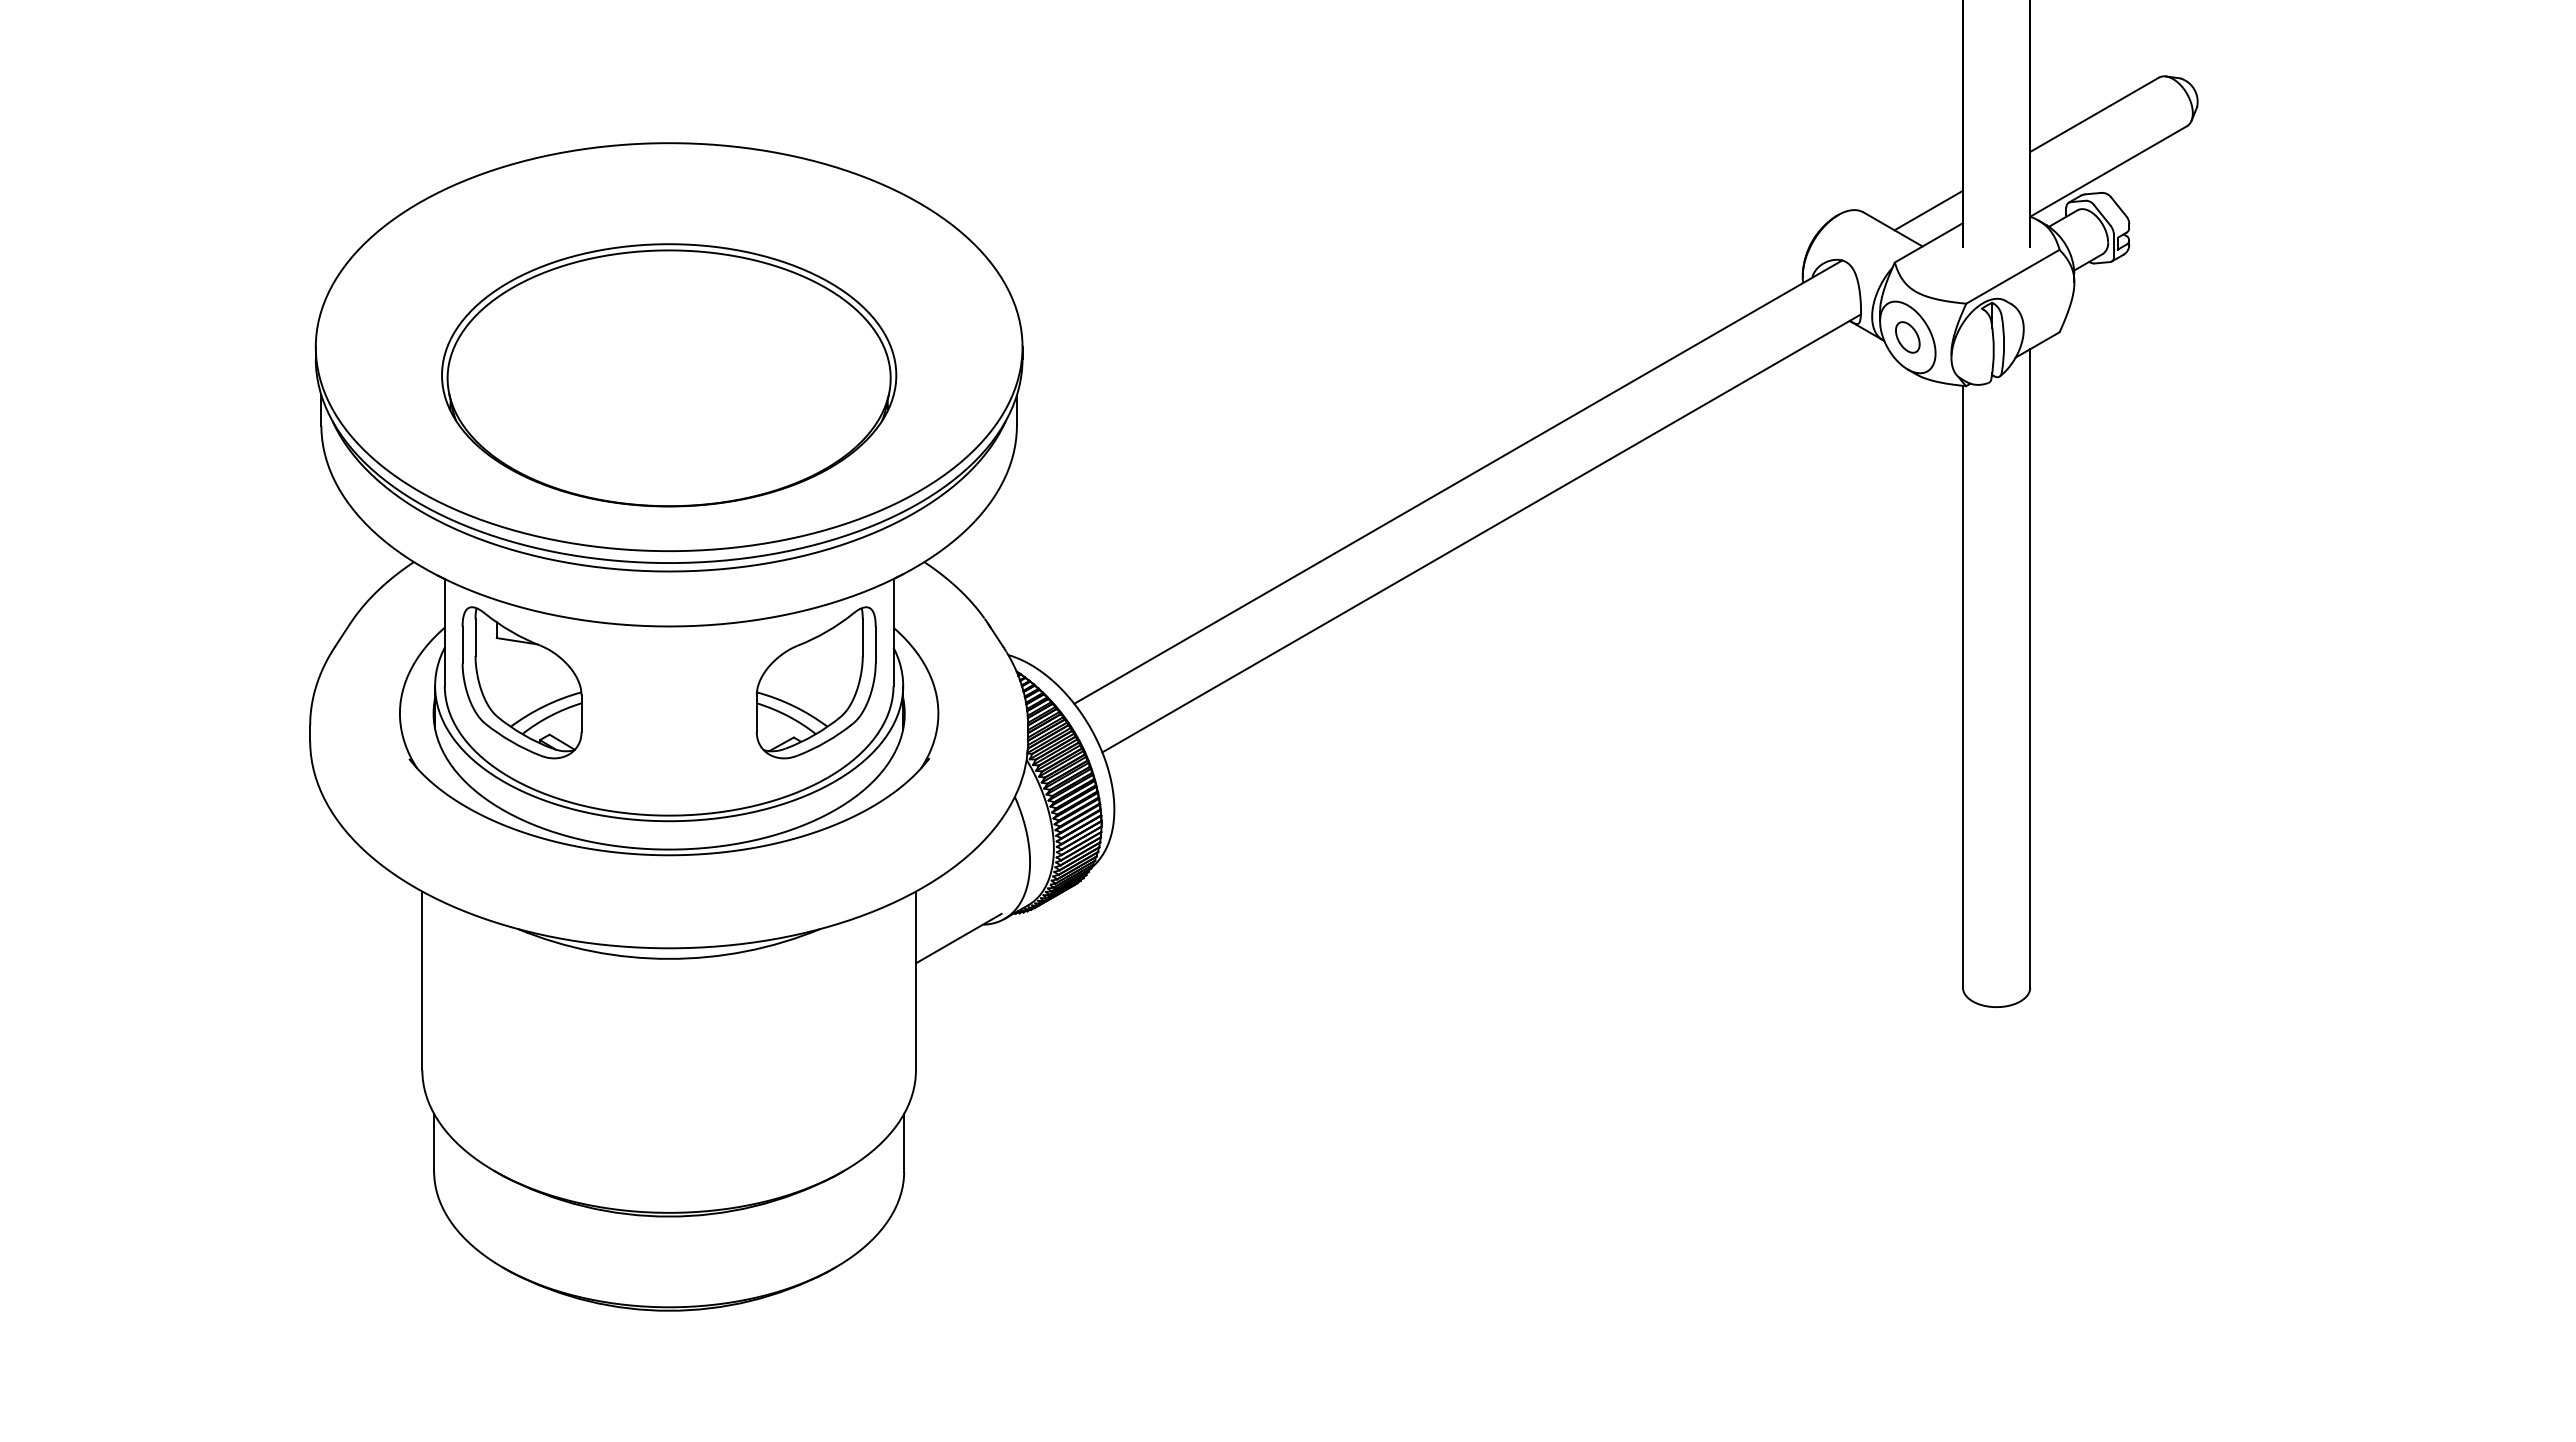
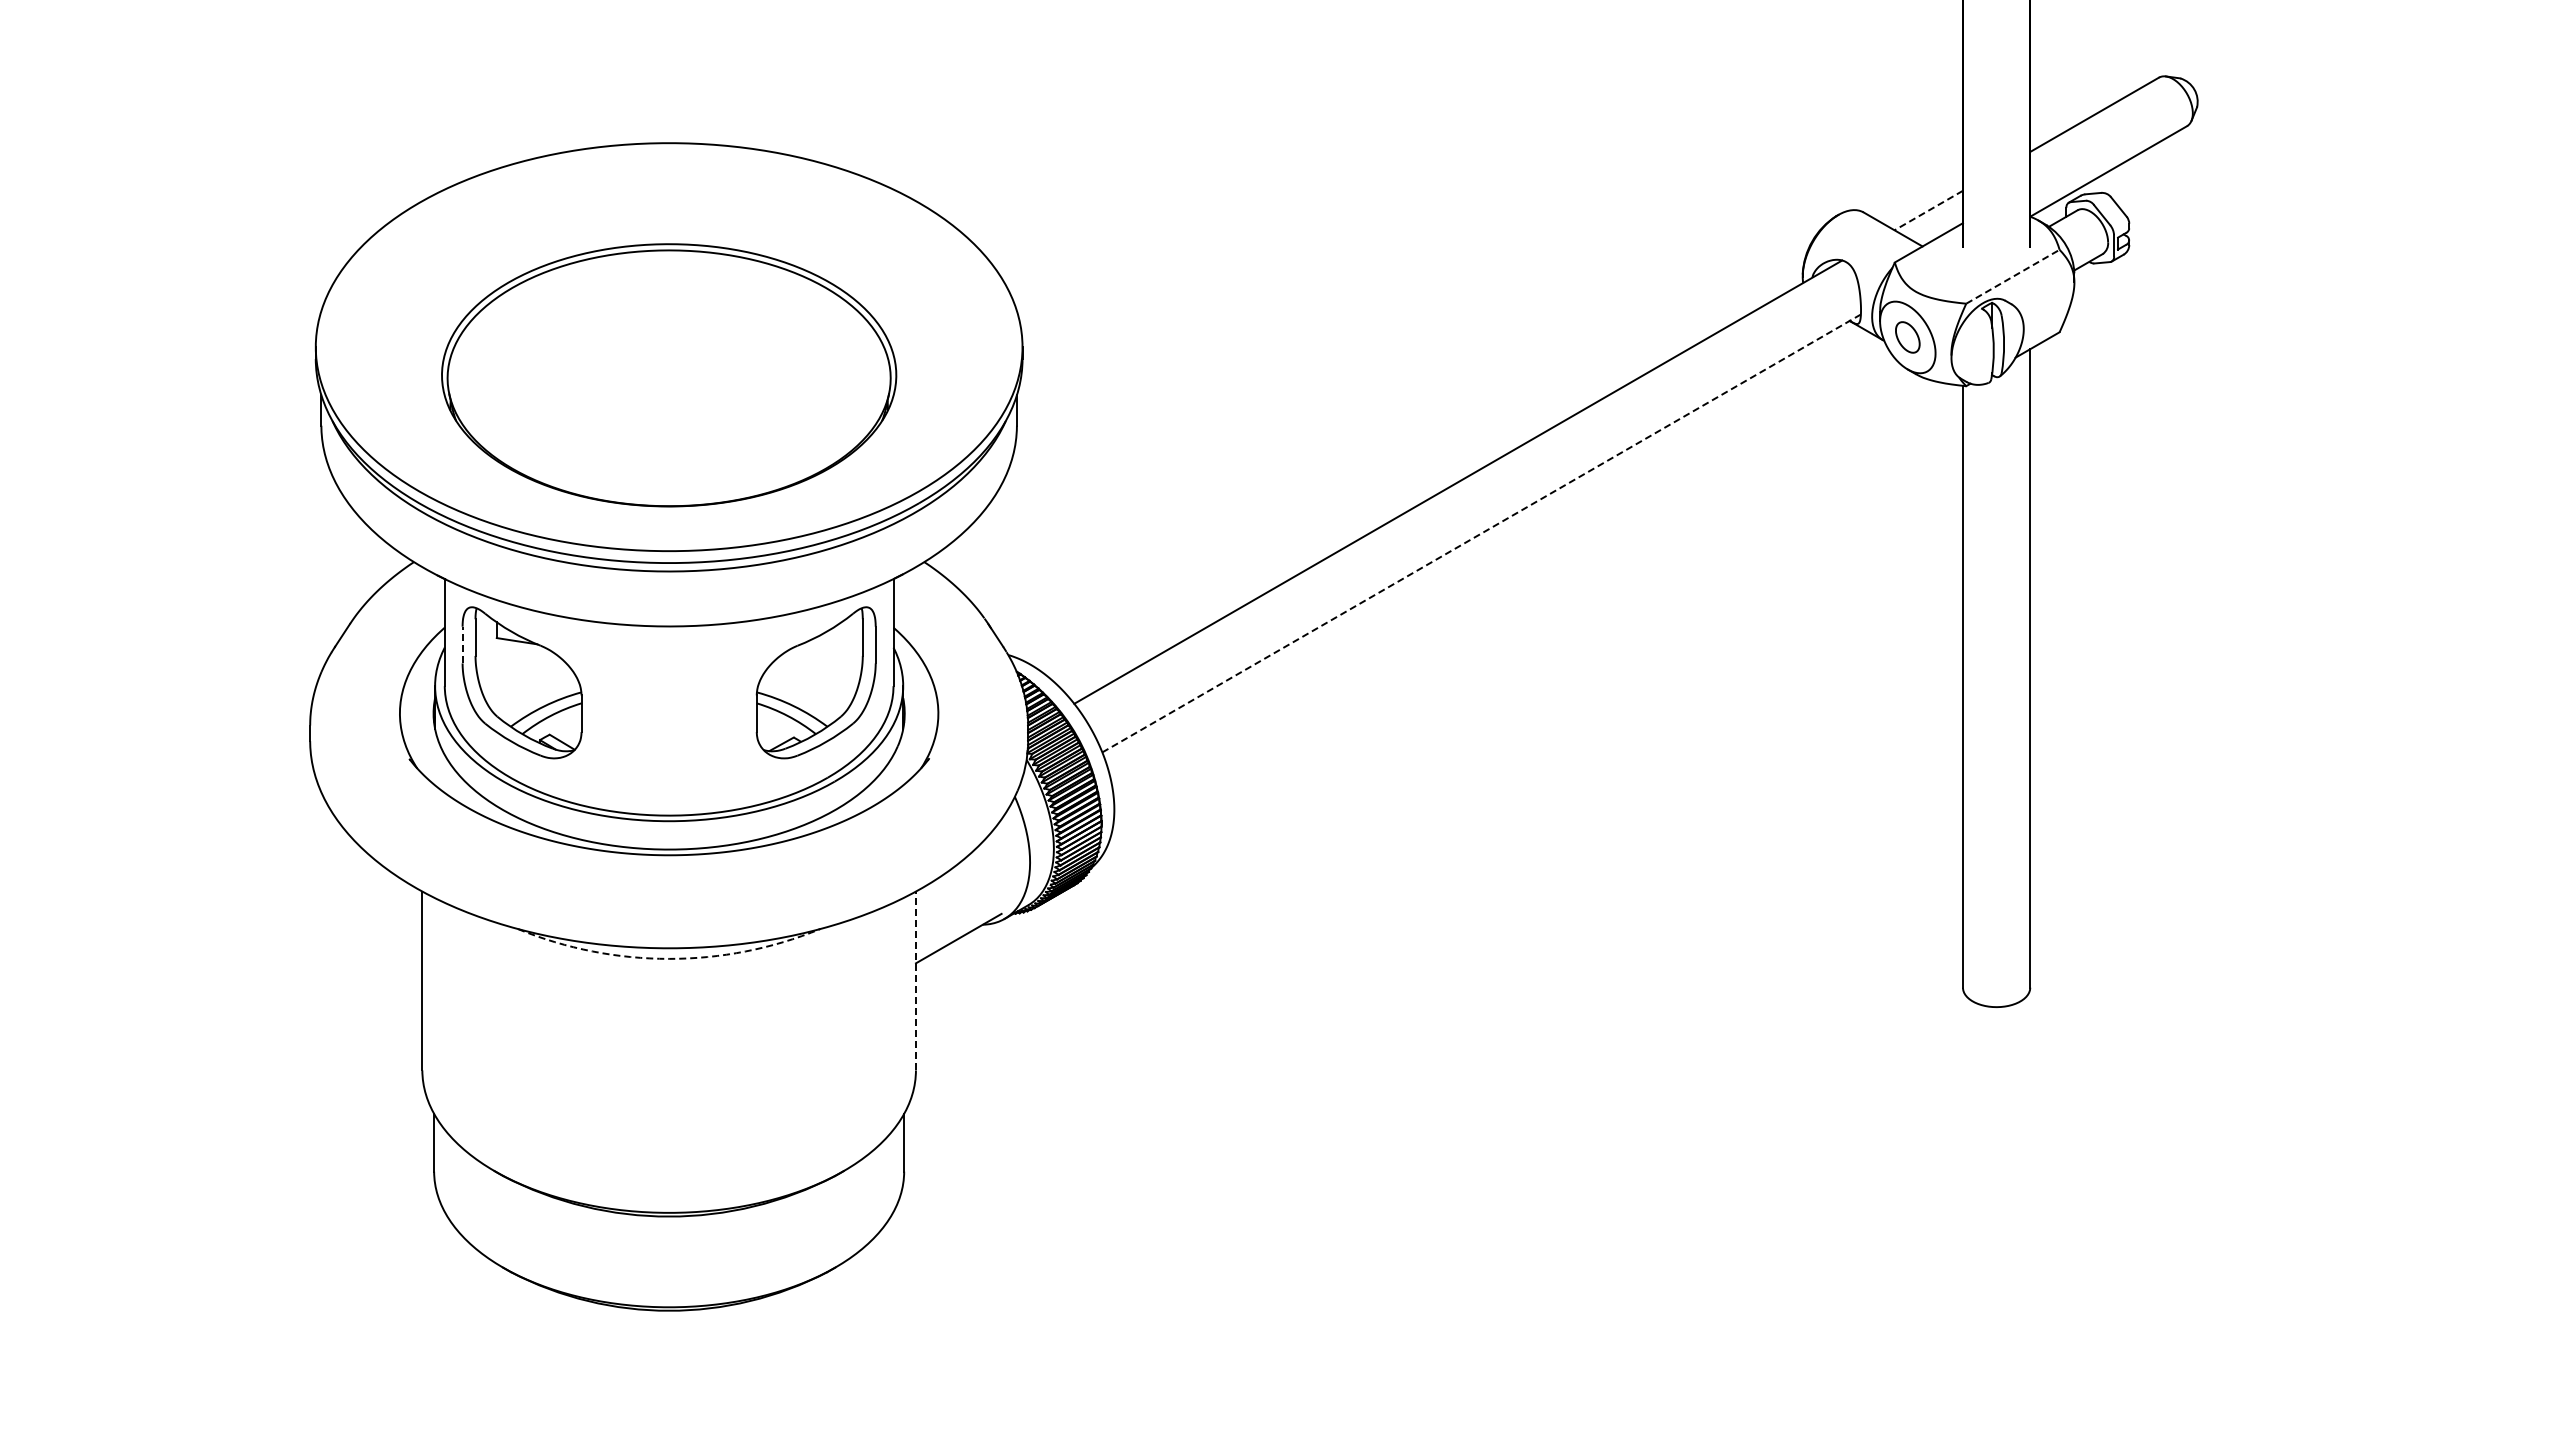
line at (1928, 210): solid -> dashed
line at (2012, 276): solid -> dashed
line at (1481, 533): solid -> dashed
line at (462, 644): solid -> dashed
arc at (669, 958): solid -> dashed
line at (915, 980): solid -> dashed
